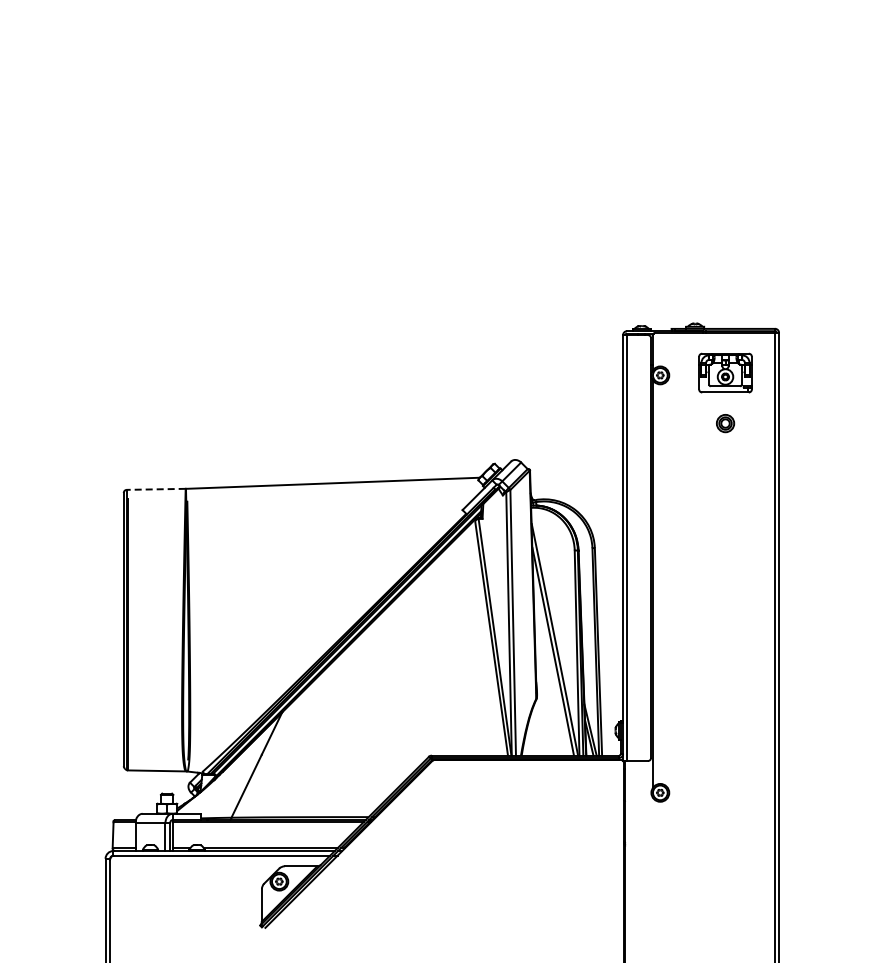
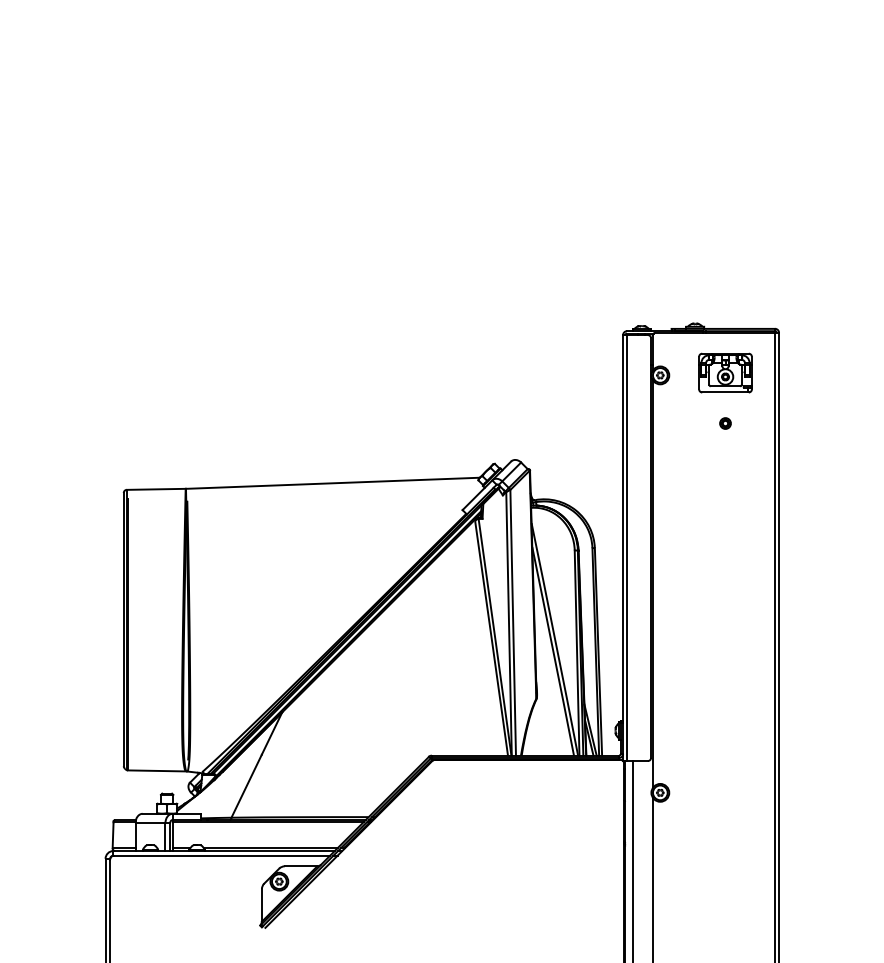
part at (725, 423) size: 20x20 px -> 13x13 px
line at (155, 489): dashed -> solid
line at (633, 860): none -> present
line at (652, 878): none -> present
